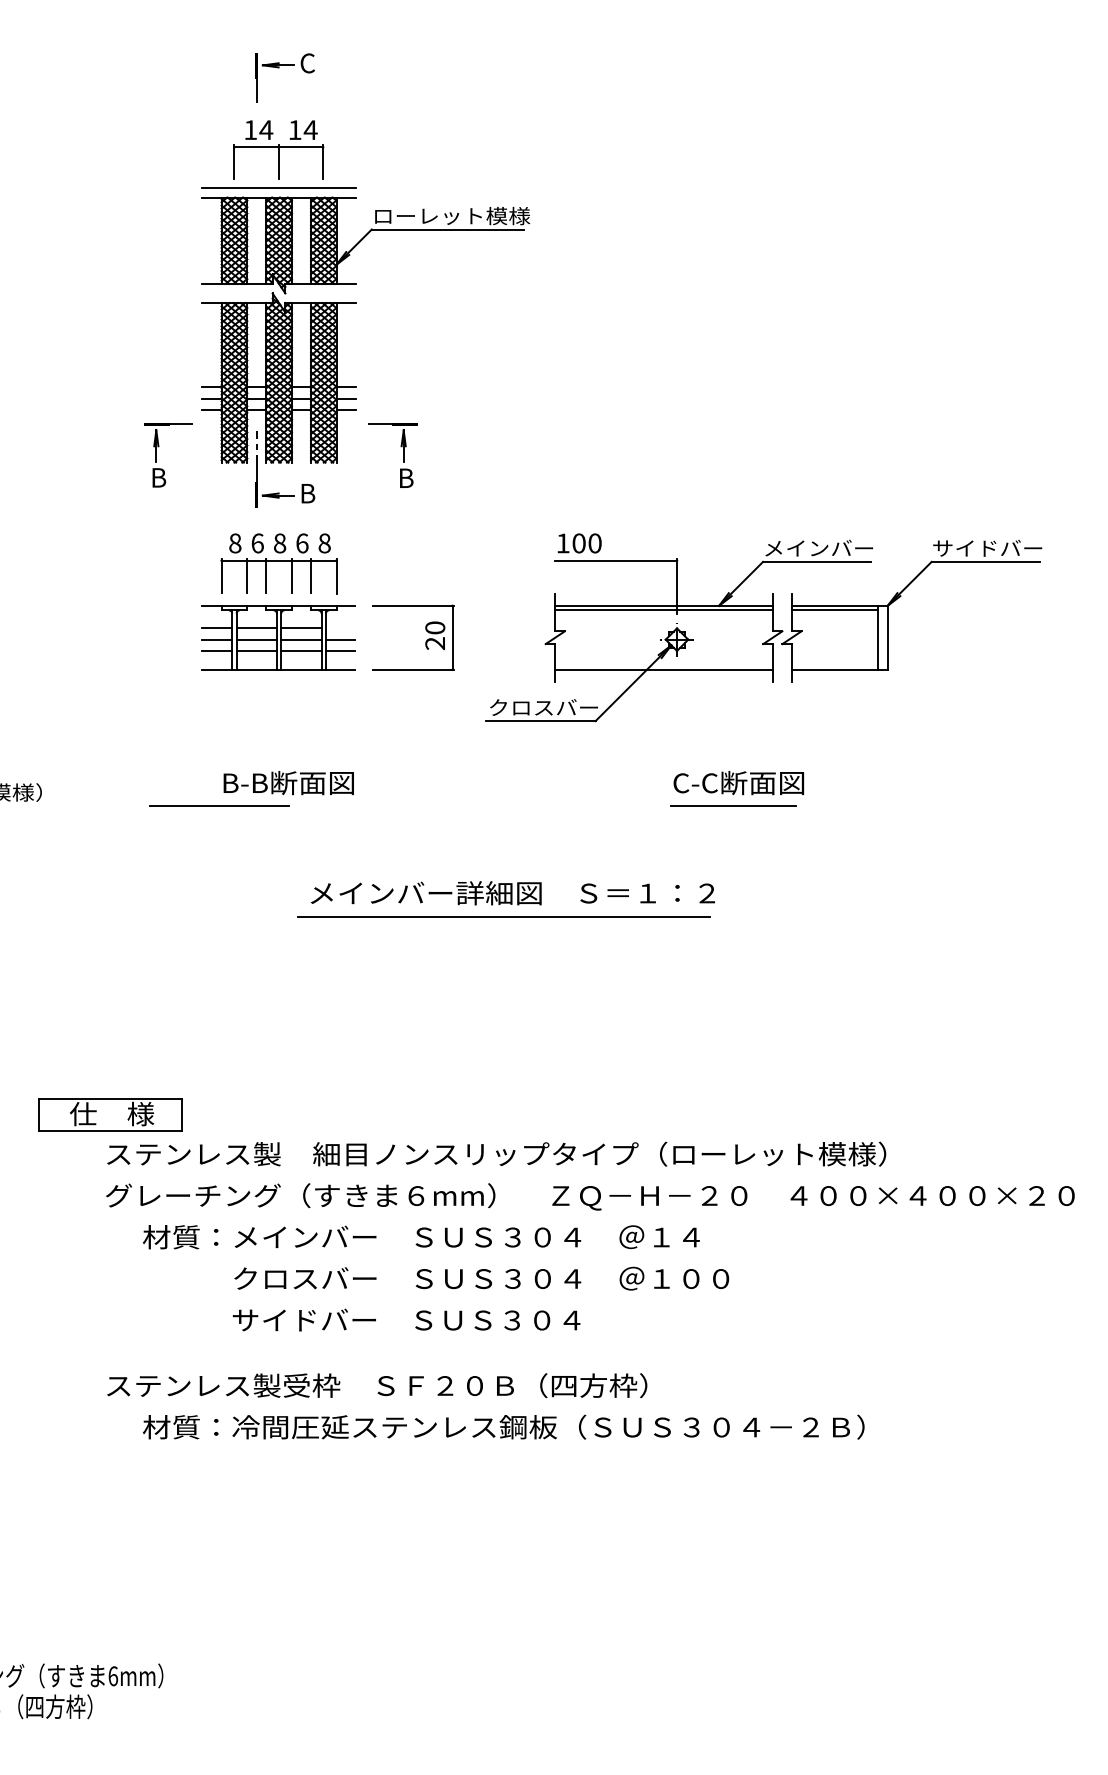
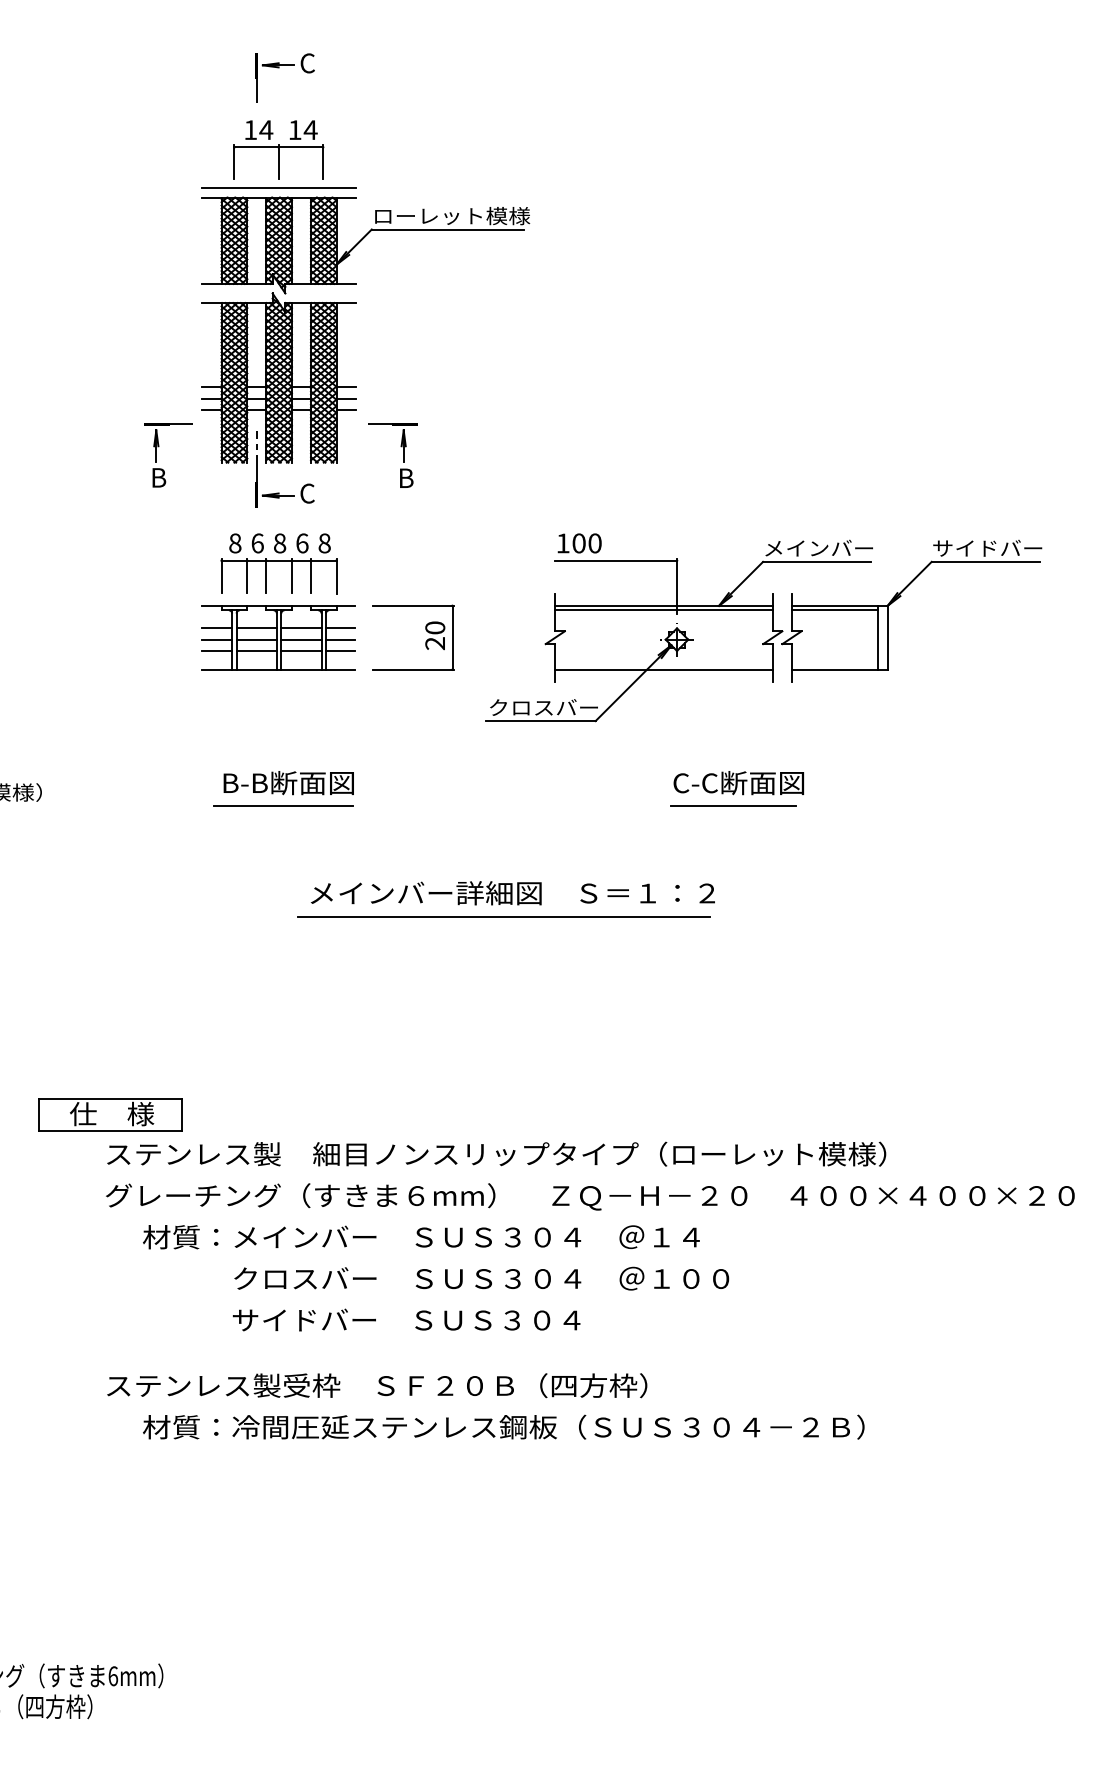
text at (307, 493): B -> C
line at (340, 628): none -> present
line at (219, 805) position: (219, 805) -> (283, 805)
